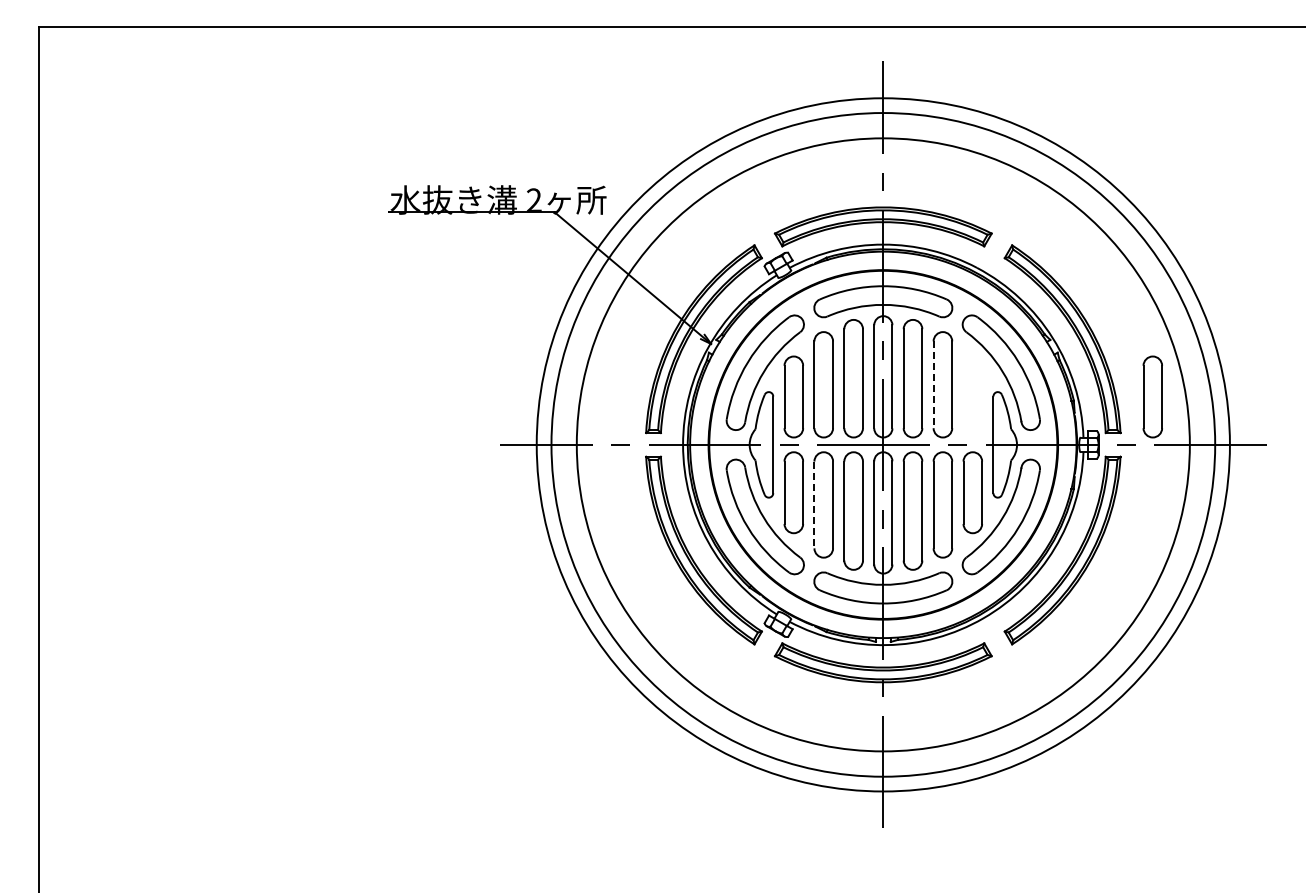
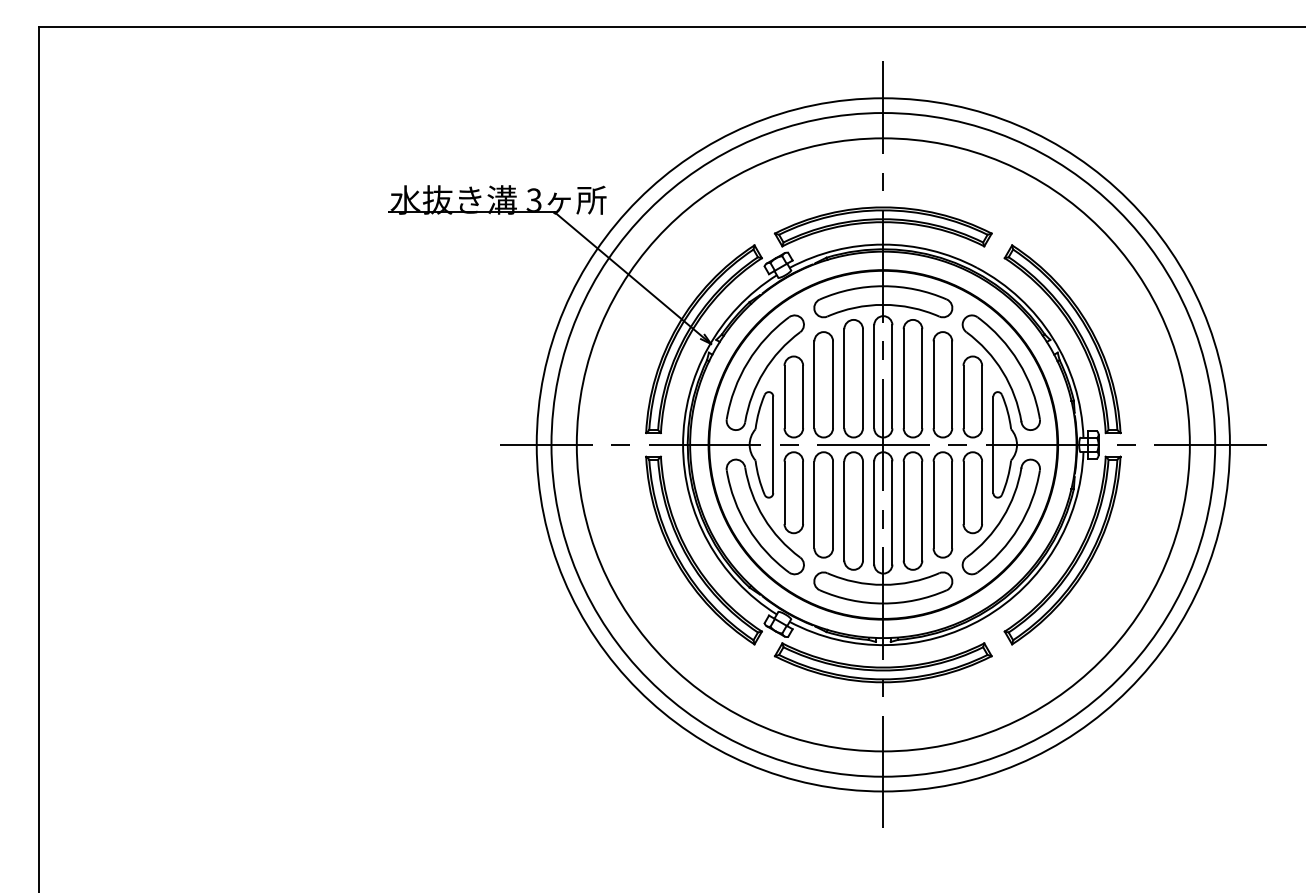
text at (533, 199): 2 -> 3
line at (933, 385): dashed -> solid
part at (1152, 396) position: (1152, 396) -> (972, 396)
line at (814, 505): dashed -> solid
